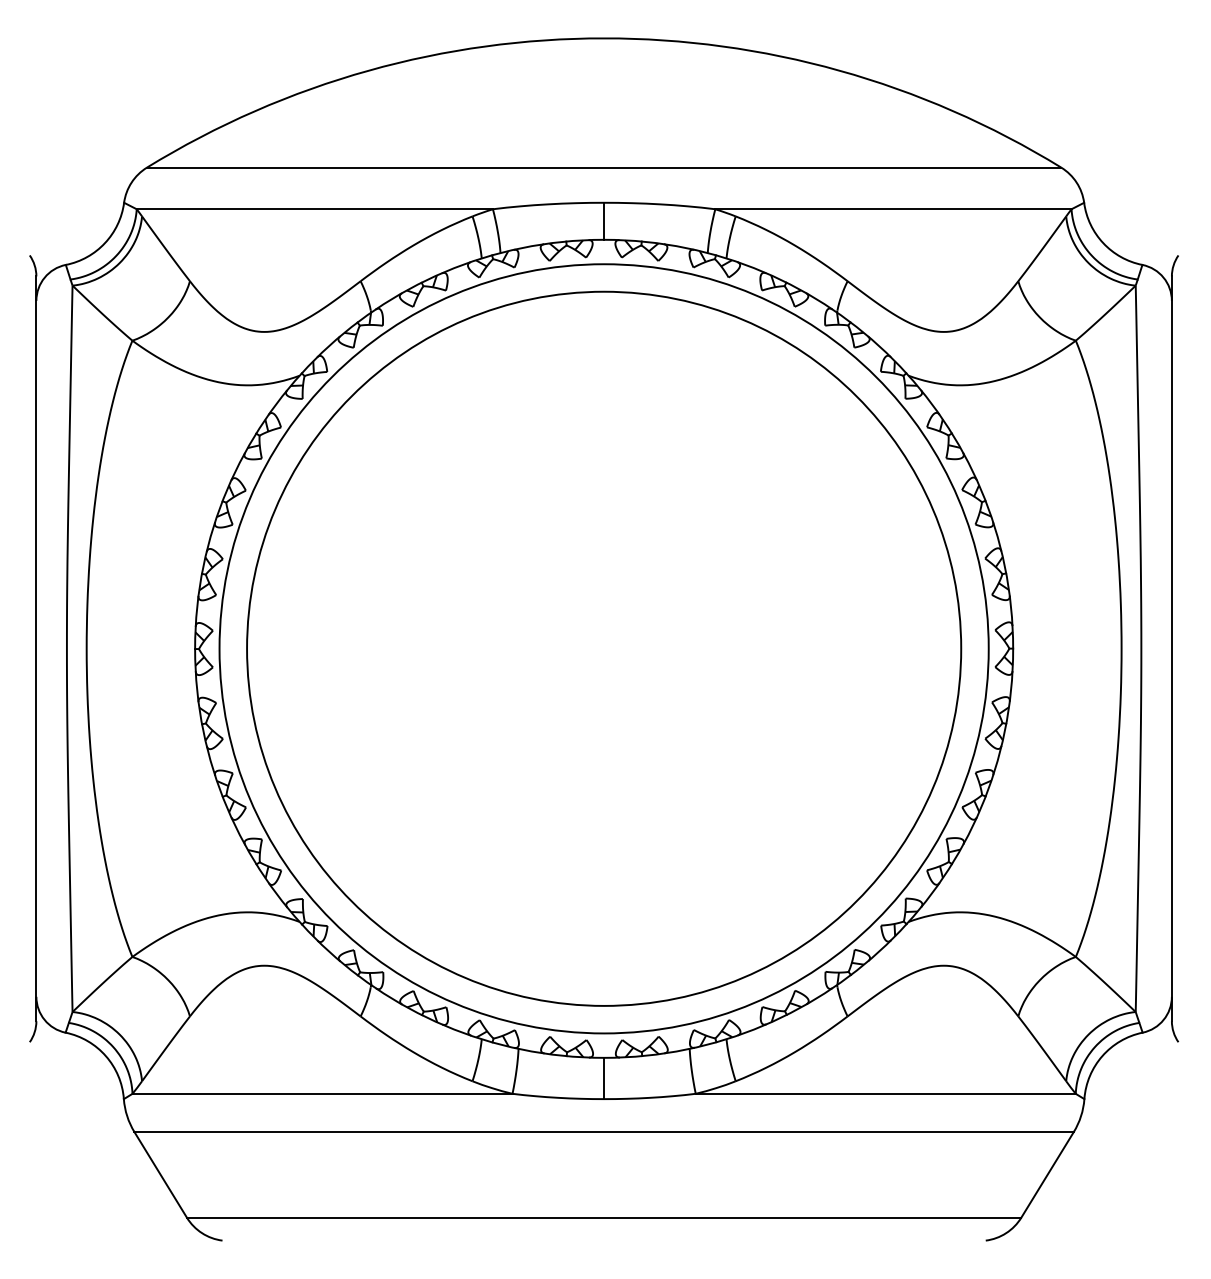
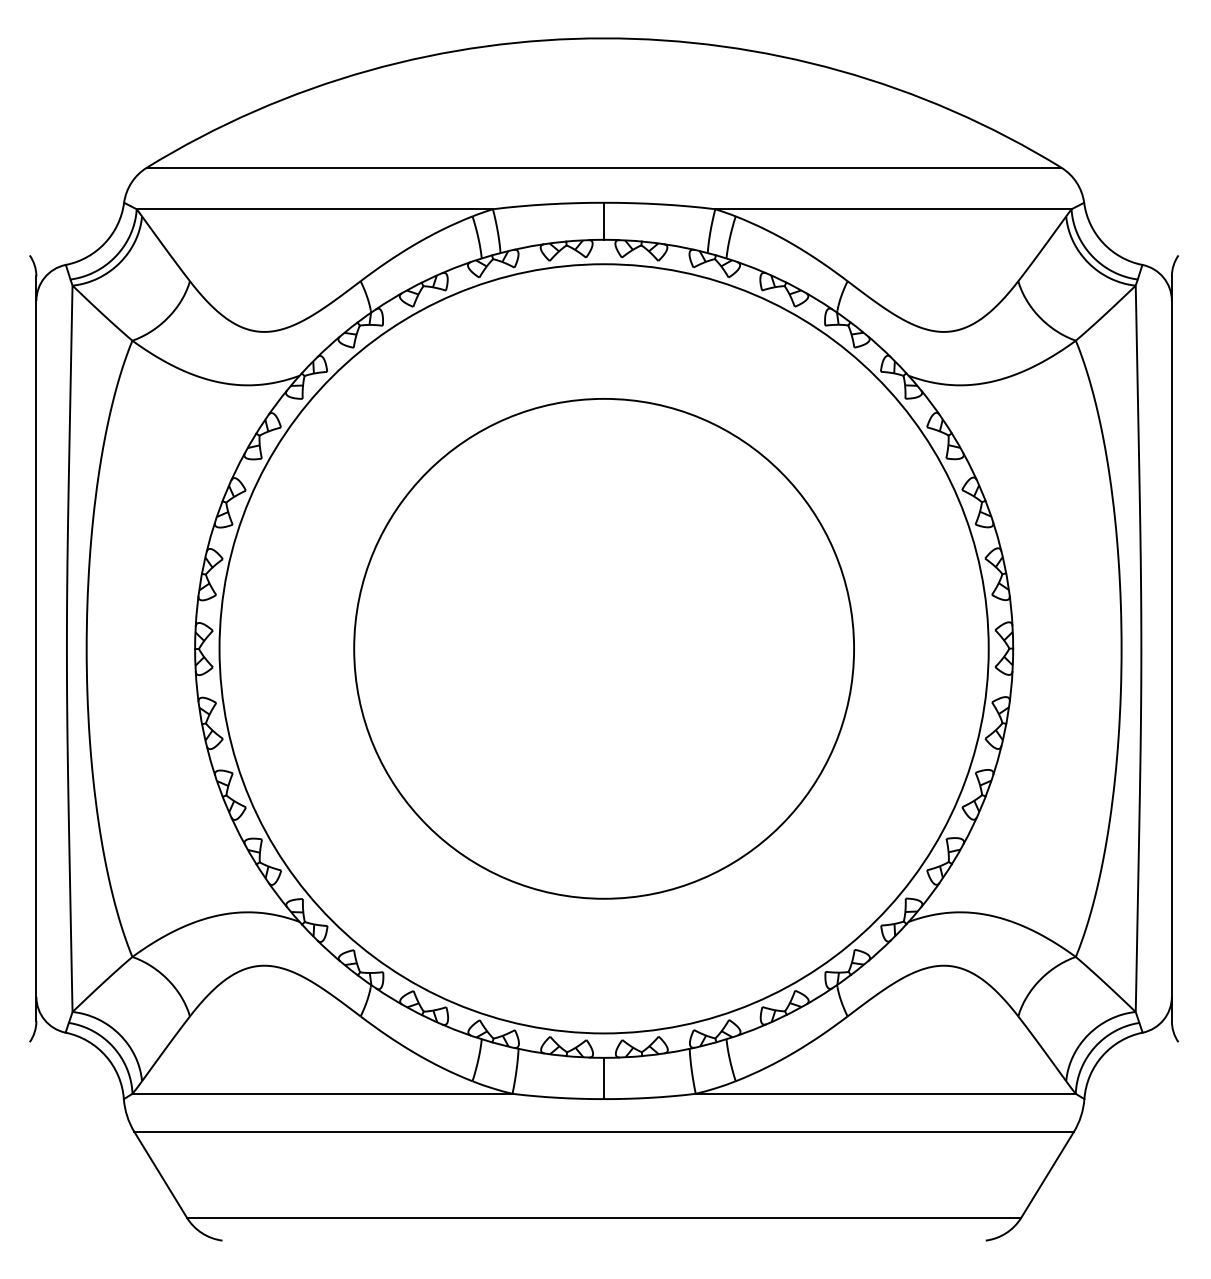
circle at (604, 648) diameter: 714 px -> 500 px
